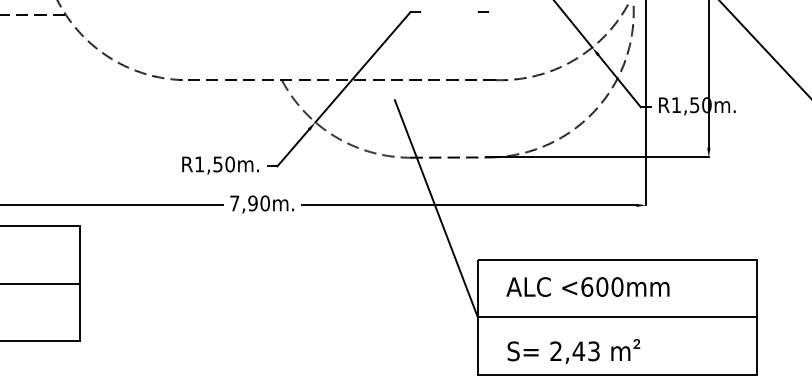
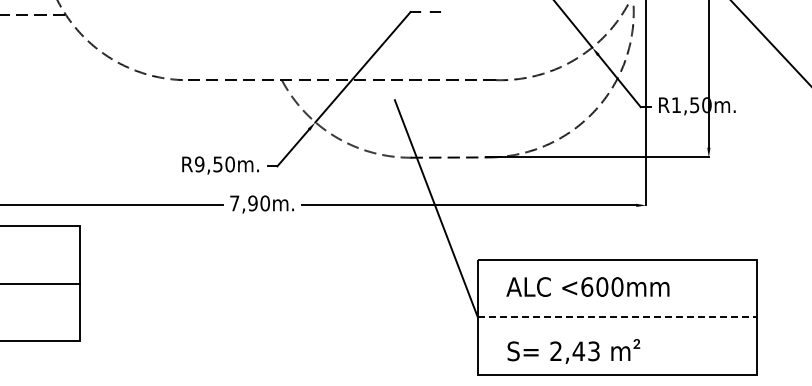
line at (482, 11) position: (482, 11) -> (434, 11)
line at (764, 48) position: (764, 48) -> (770, 42)
text at (199, 164): R1,50m. -> R9,50m.
line at (617, 317): solid -> dashed
